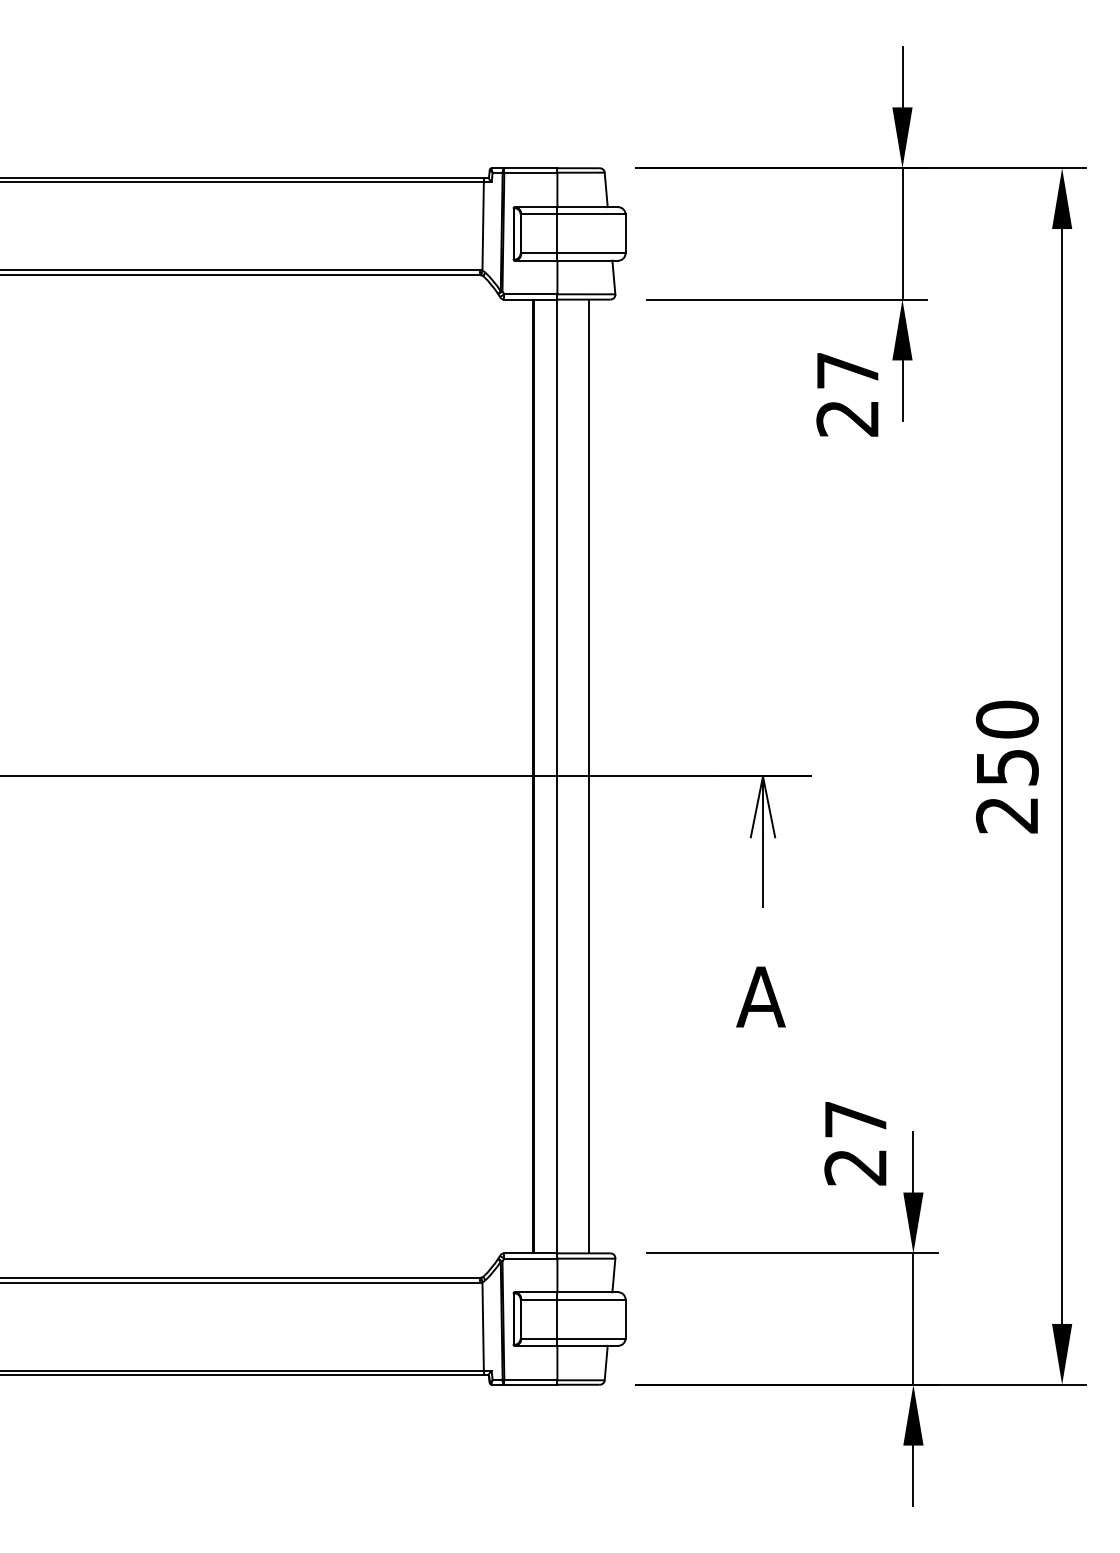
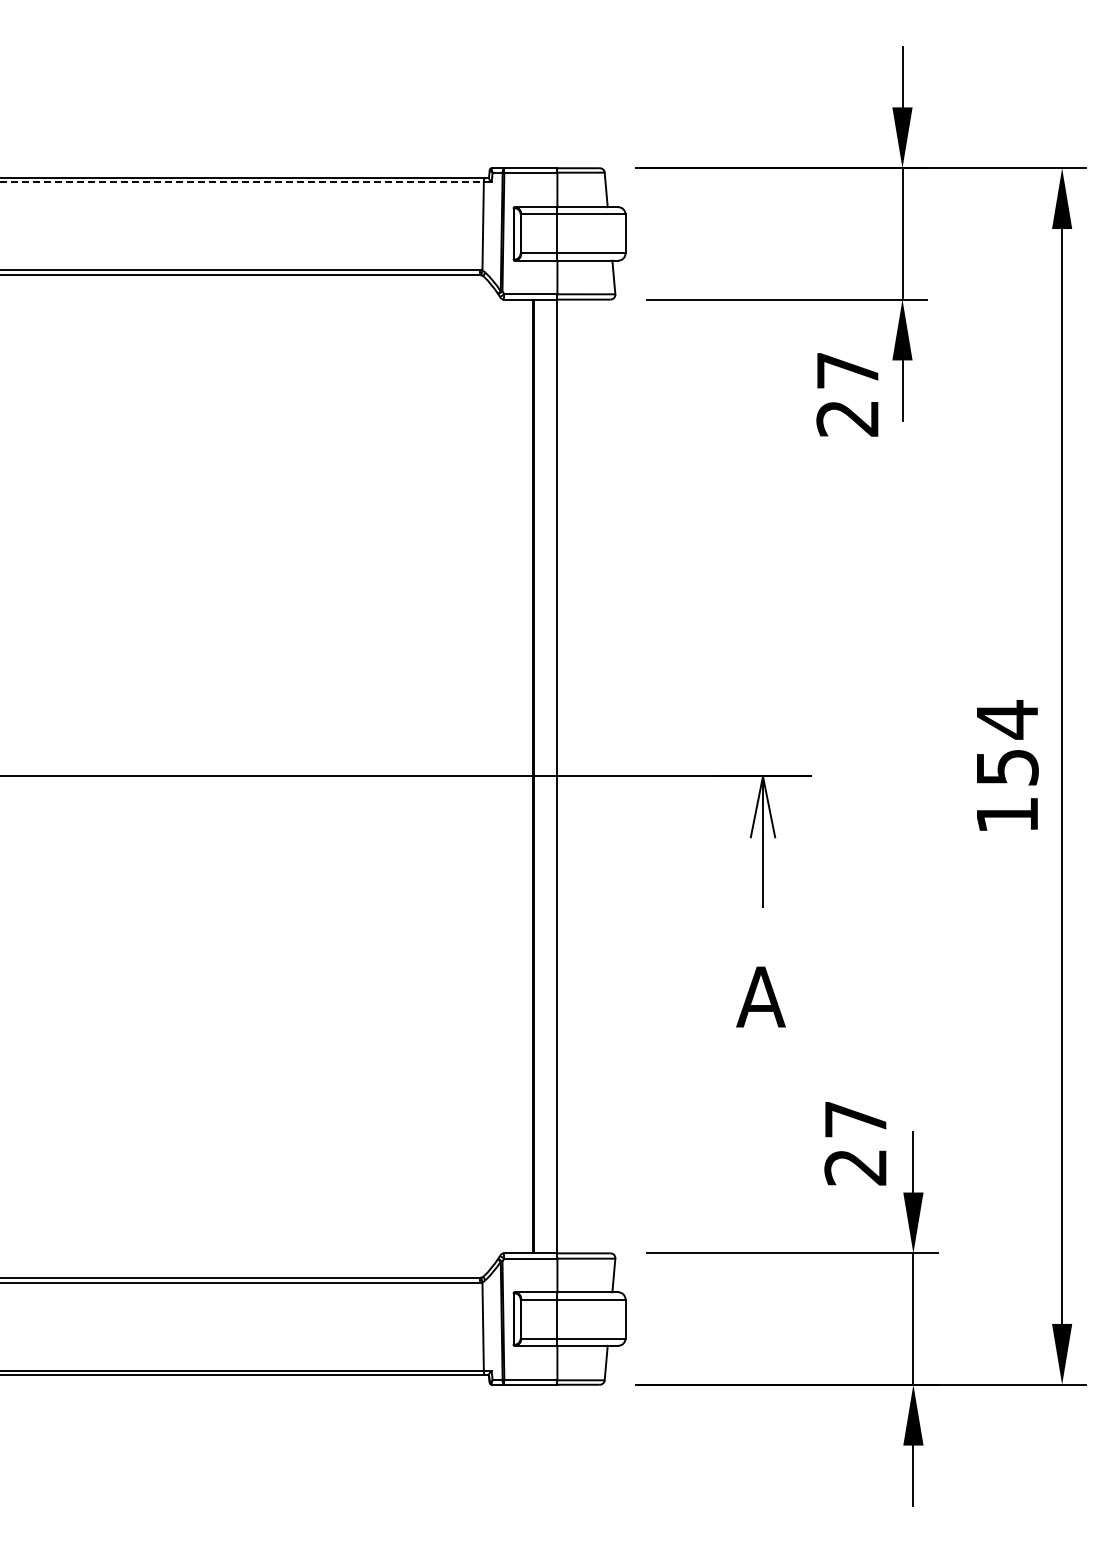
line at (241, 182): solid -> dashed
text at (1007, 766): 250 -> 154
line at (589, 776): present -> none
